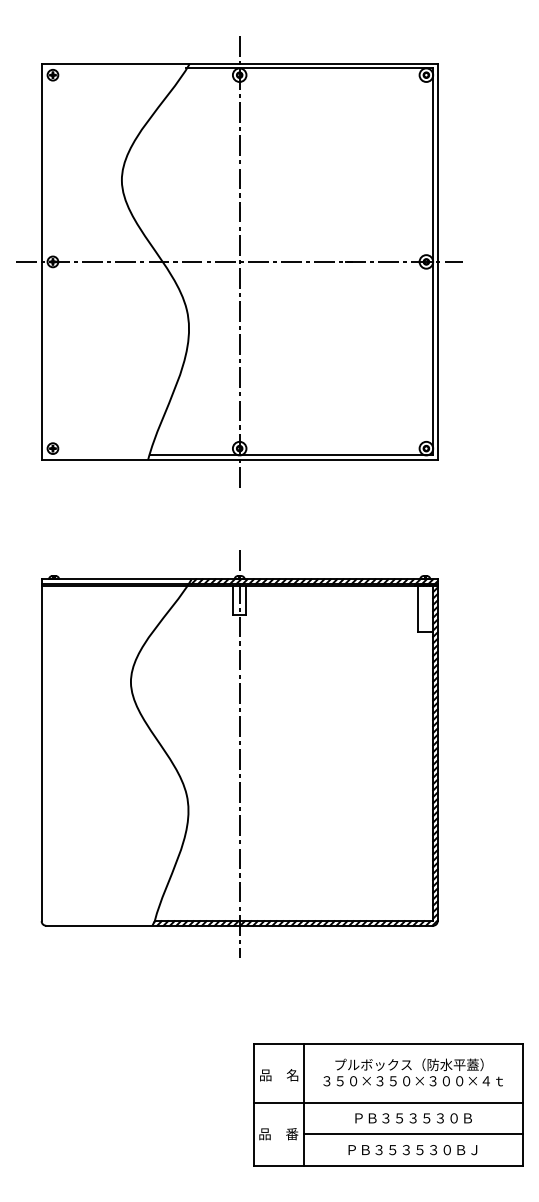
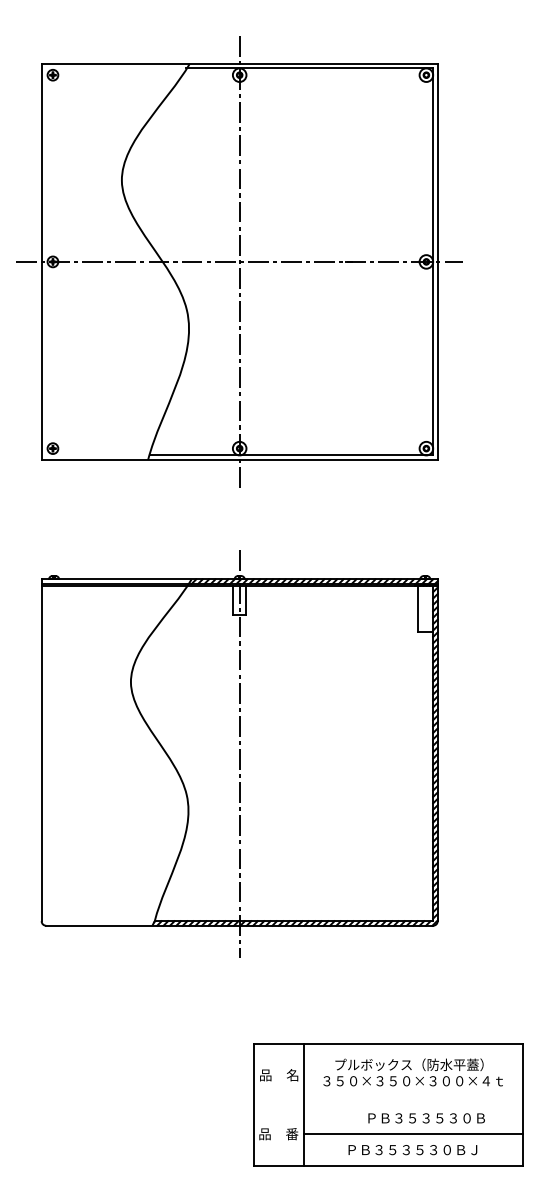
line at (388, 1102): present -> none
text at (413, 1118) position: (413, 1118) -> (426, 1118)
